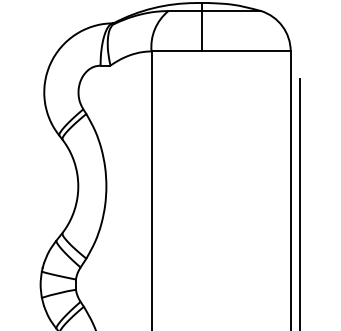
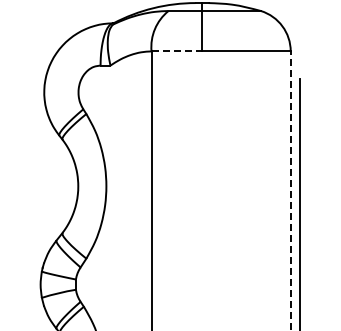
line at (177, 51): solid -> dashed
line at (290, 190): solid -> dashed
